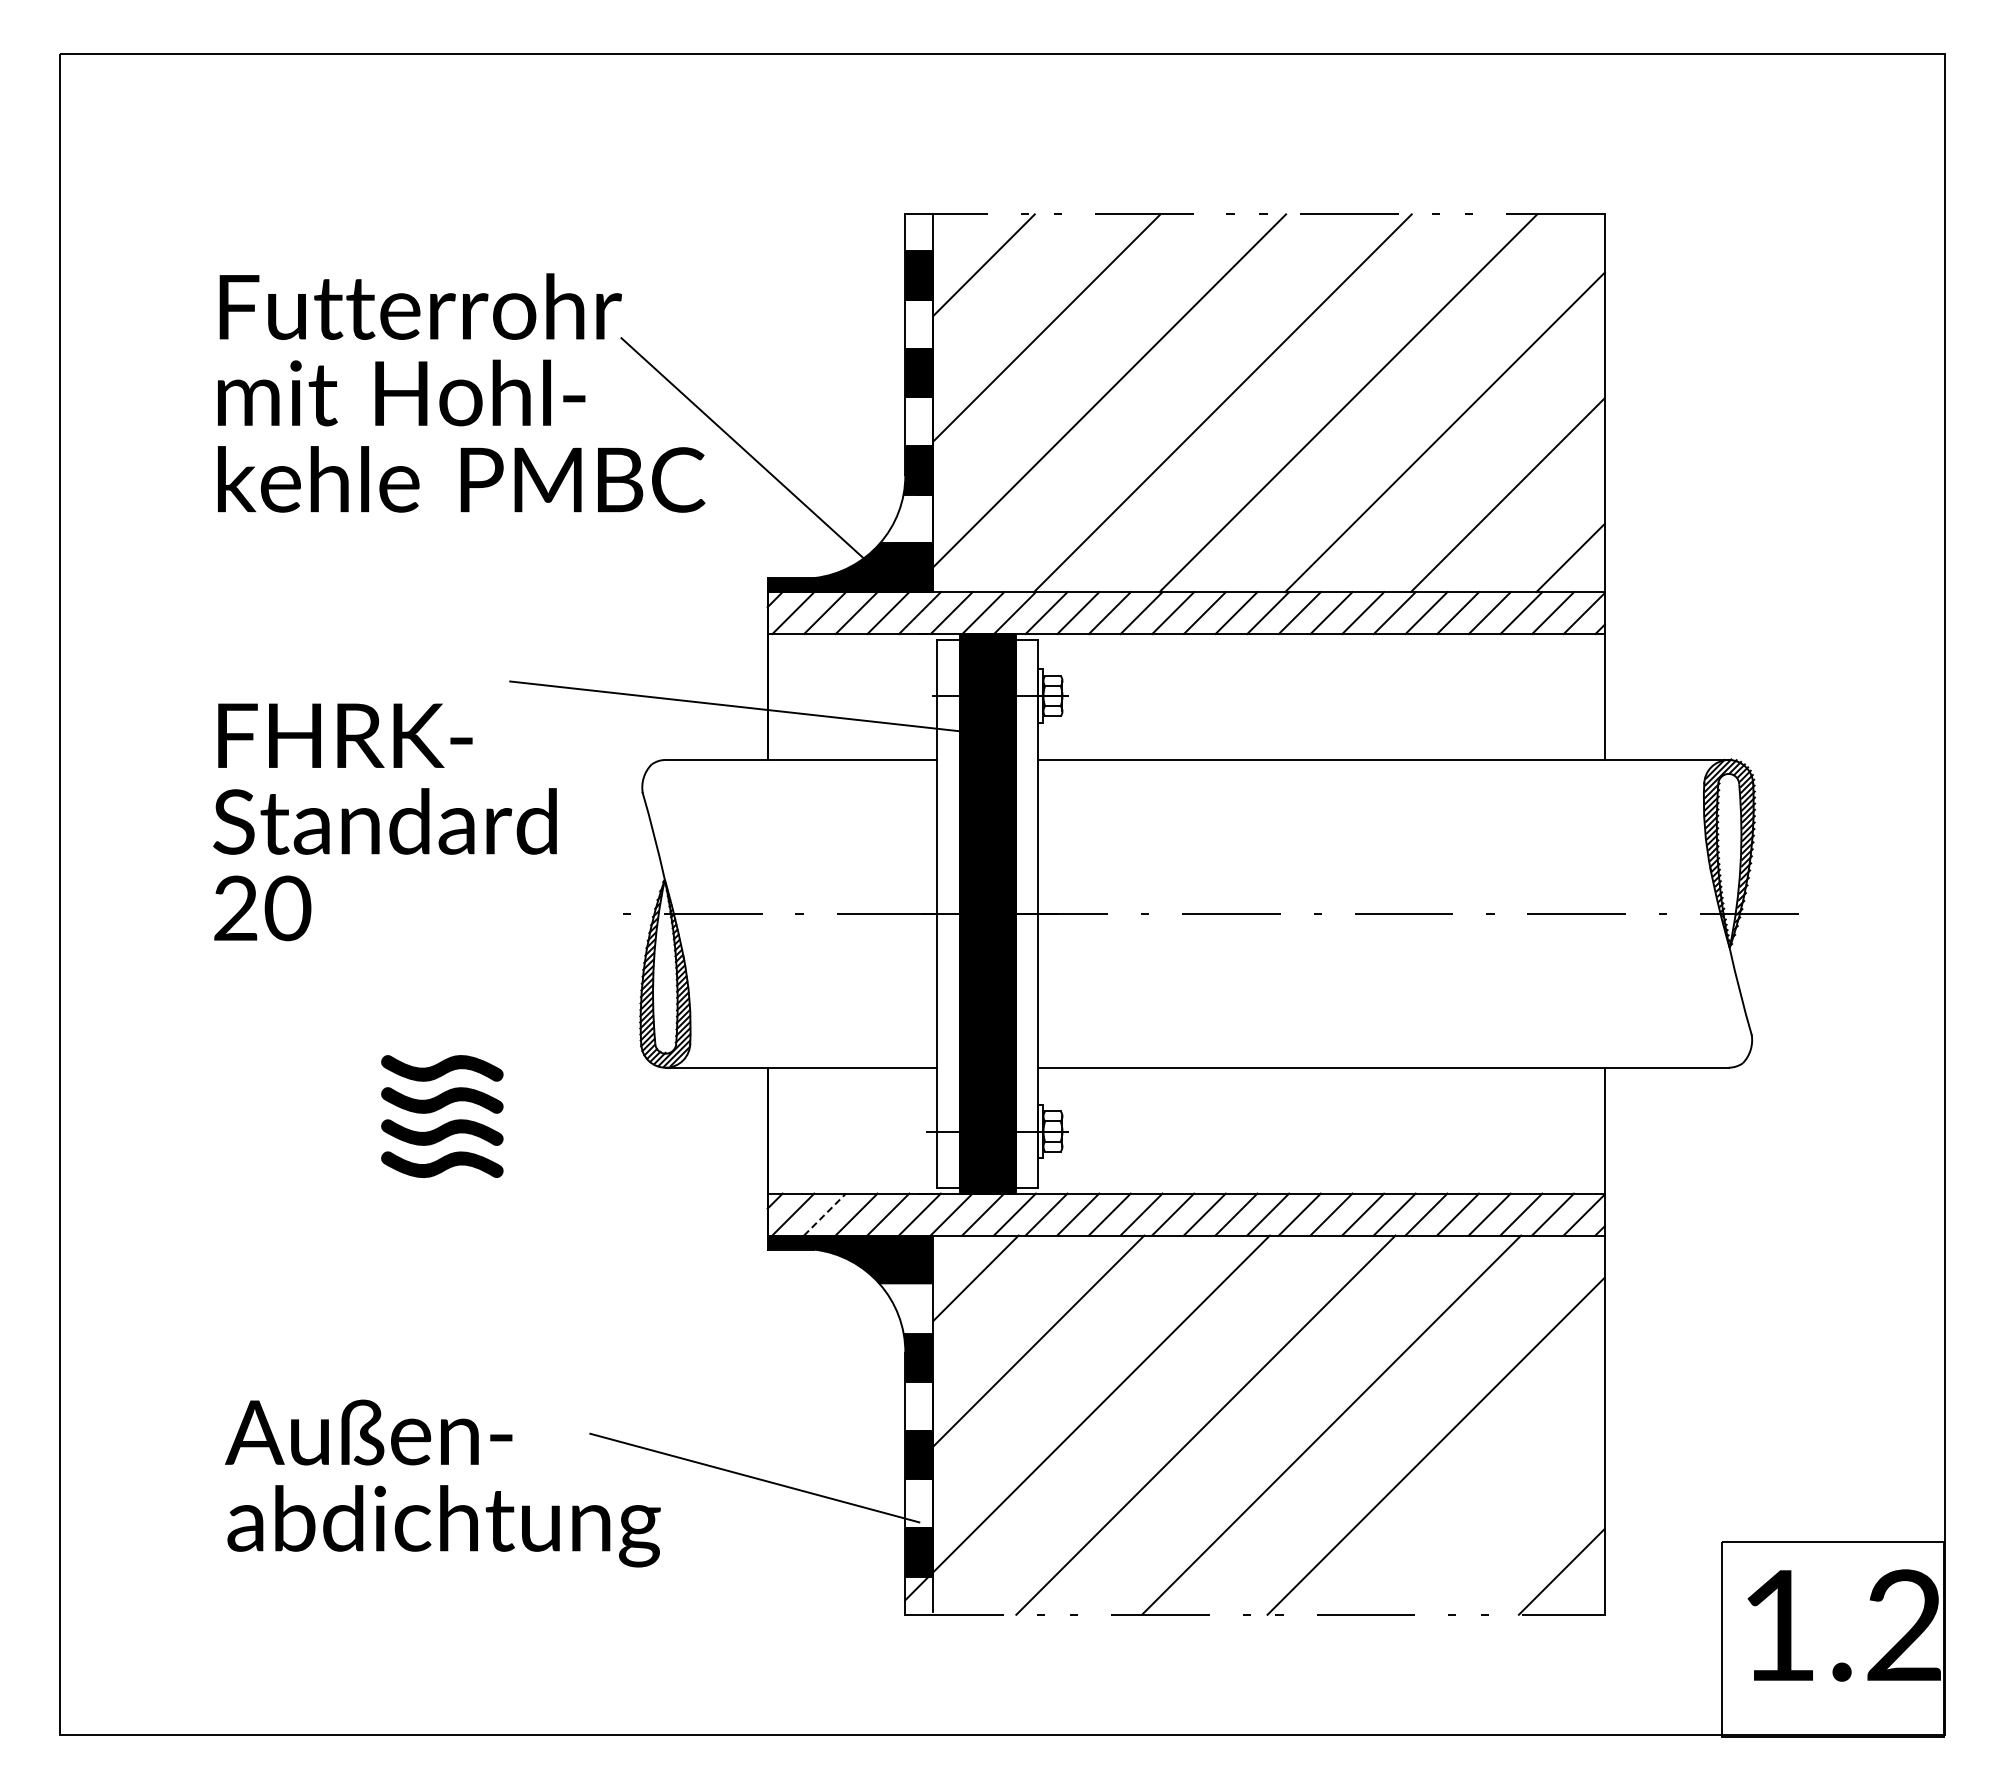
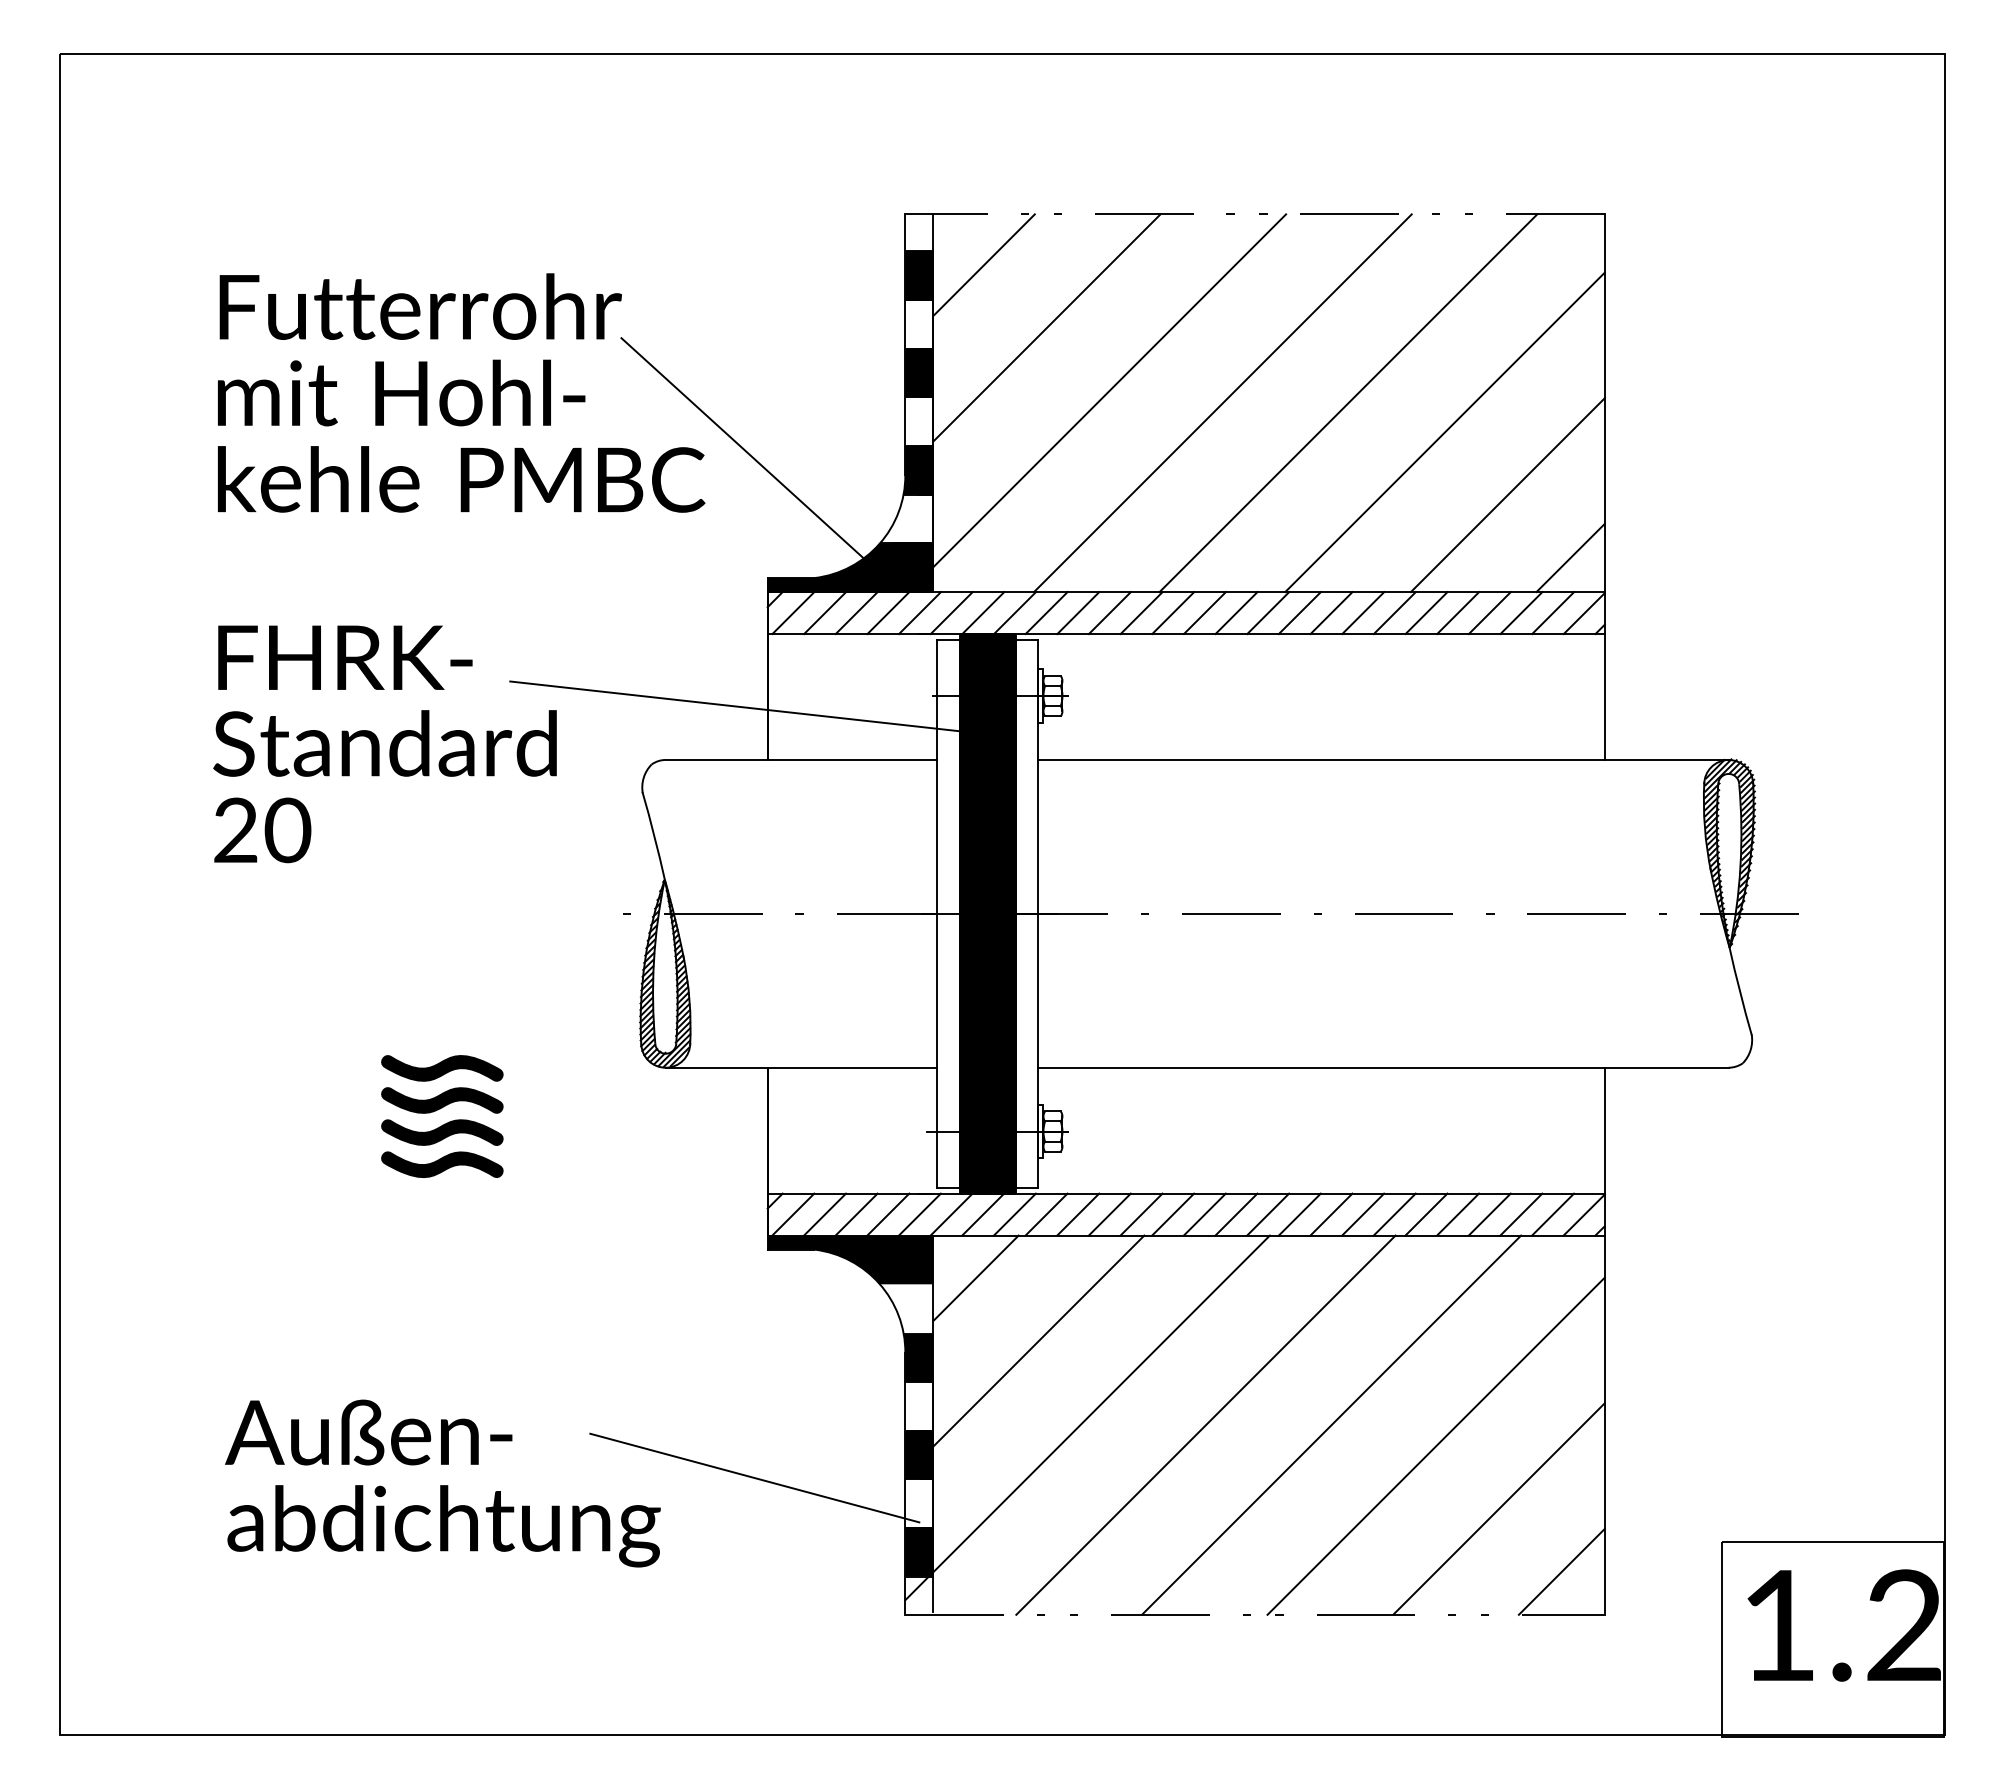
text at (384, 822) position: (384, 822) -> (384, 744)
line at (825, 1214): dashed -> solid
line at (1498, 1508): none -> present
